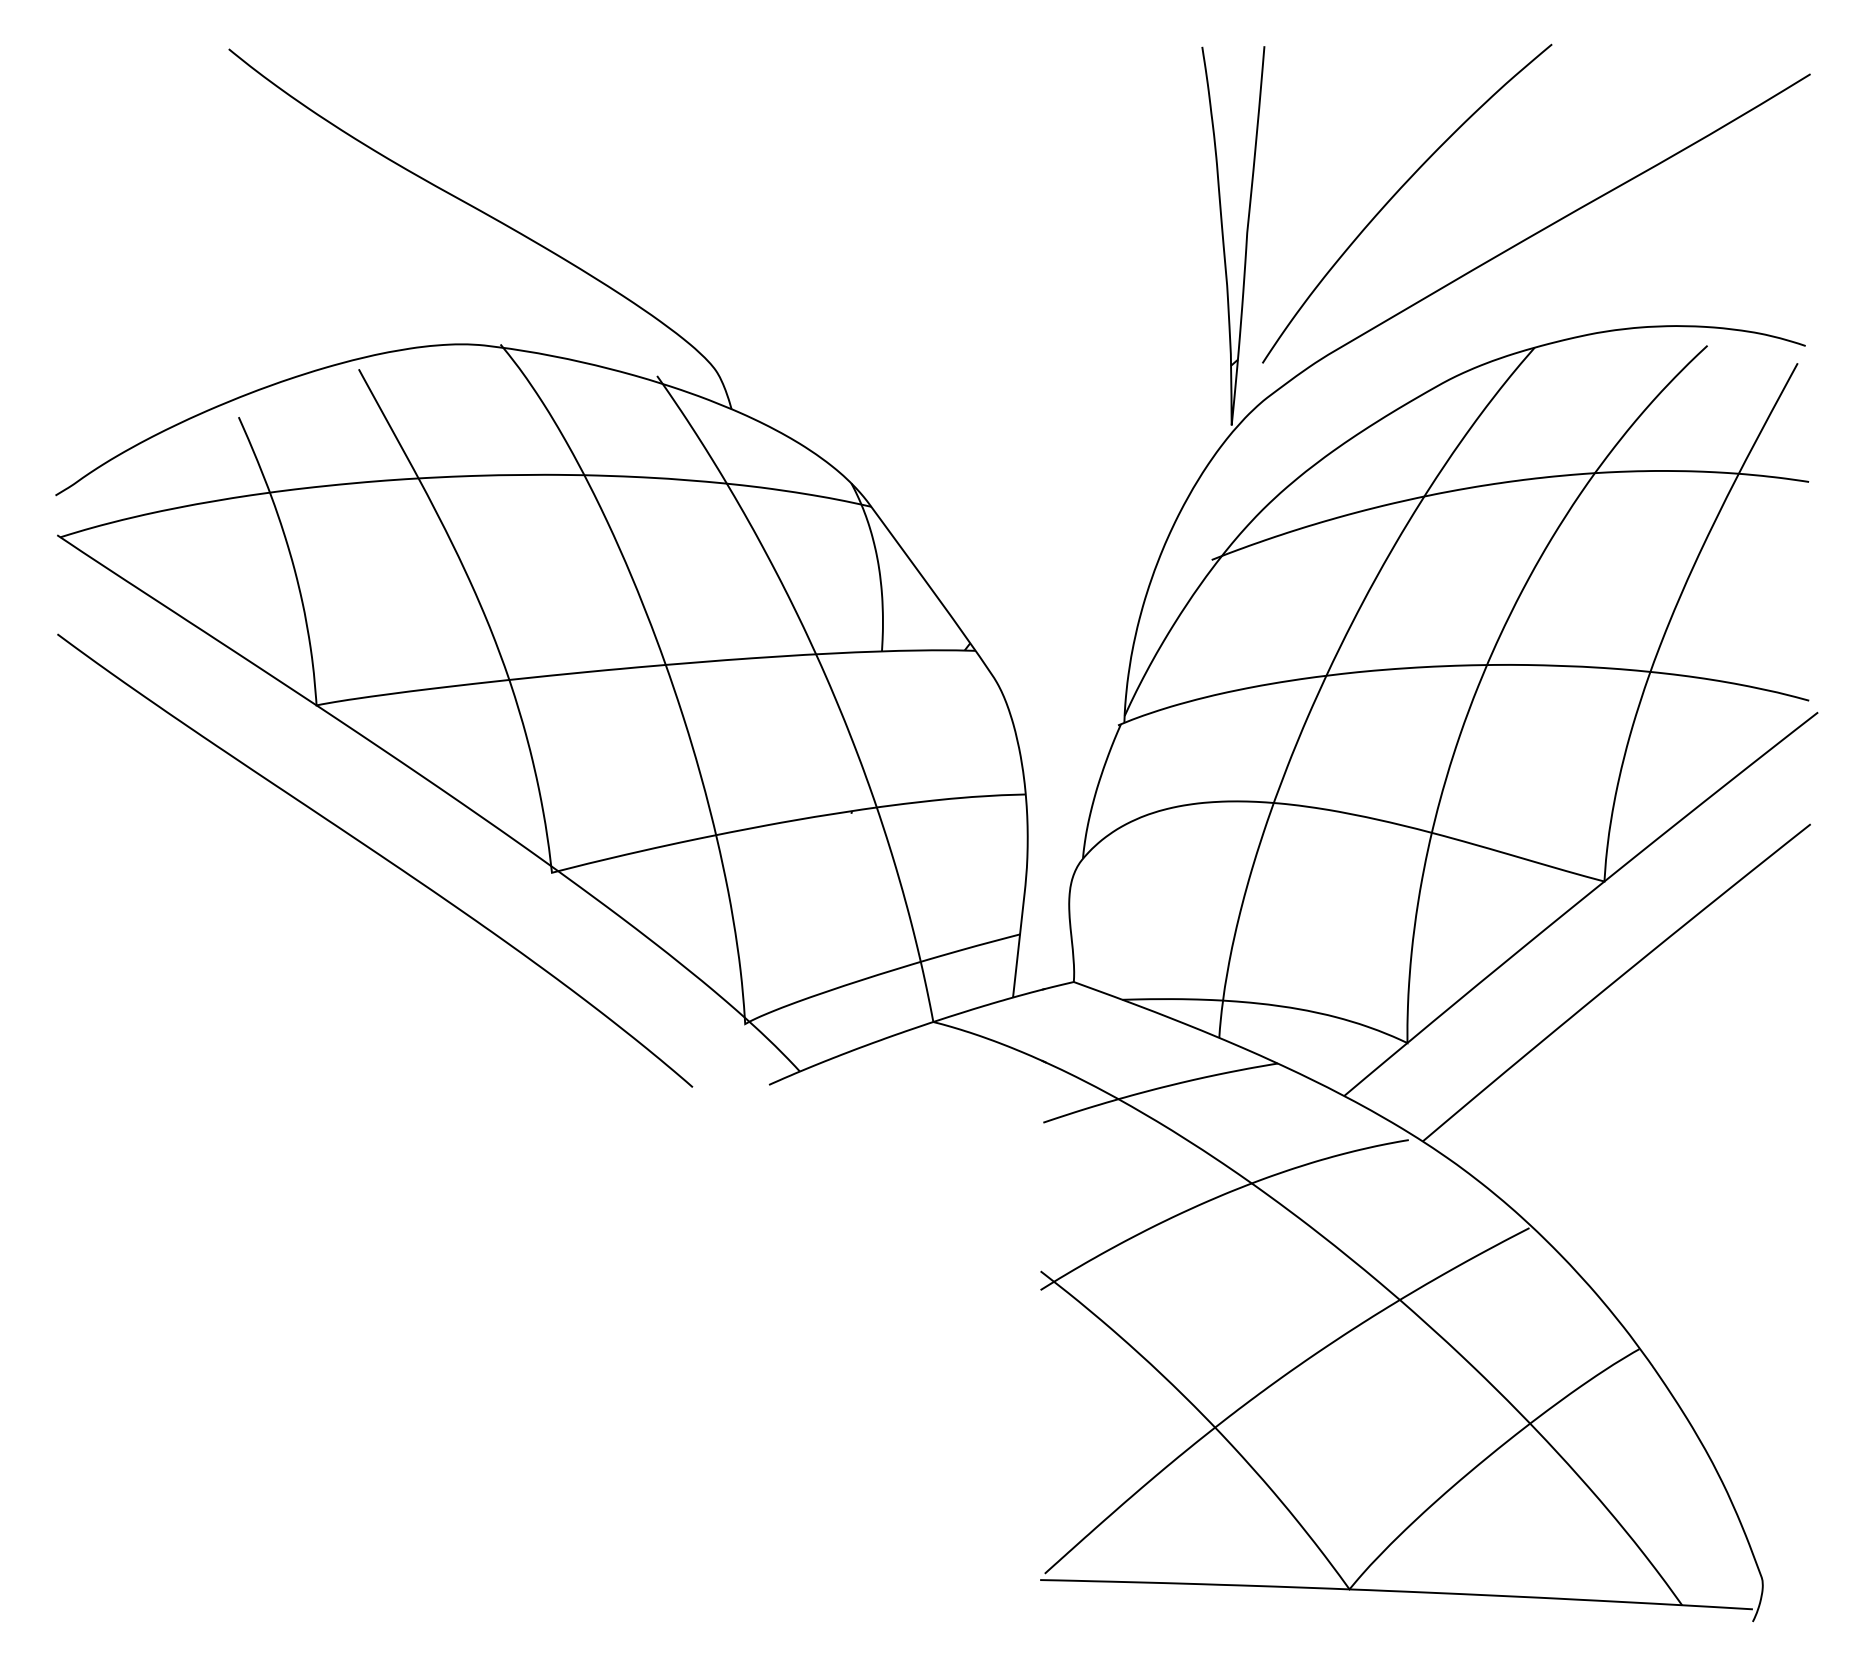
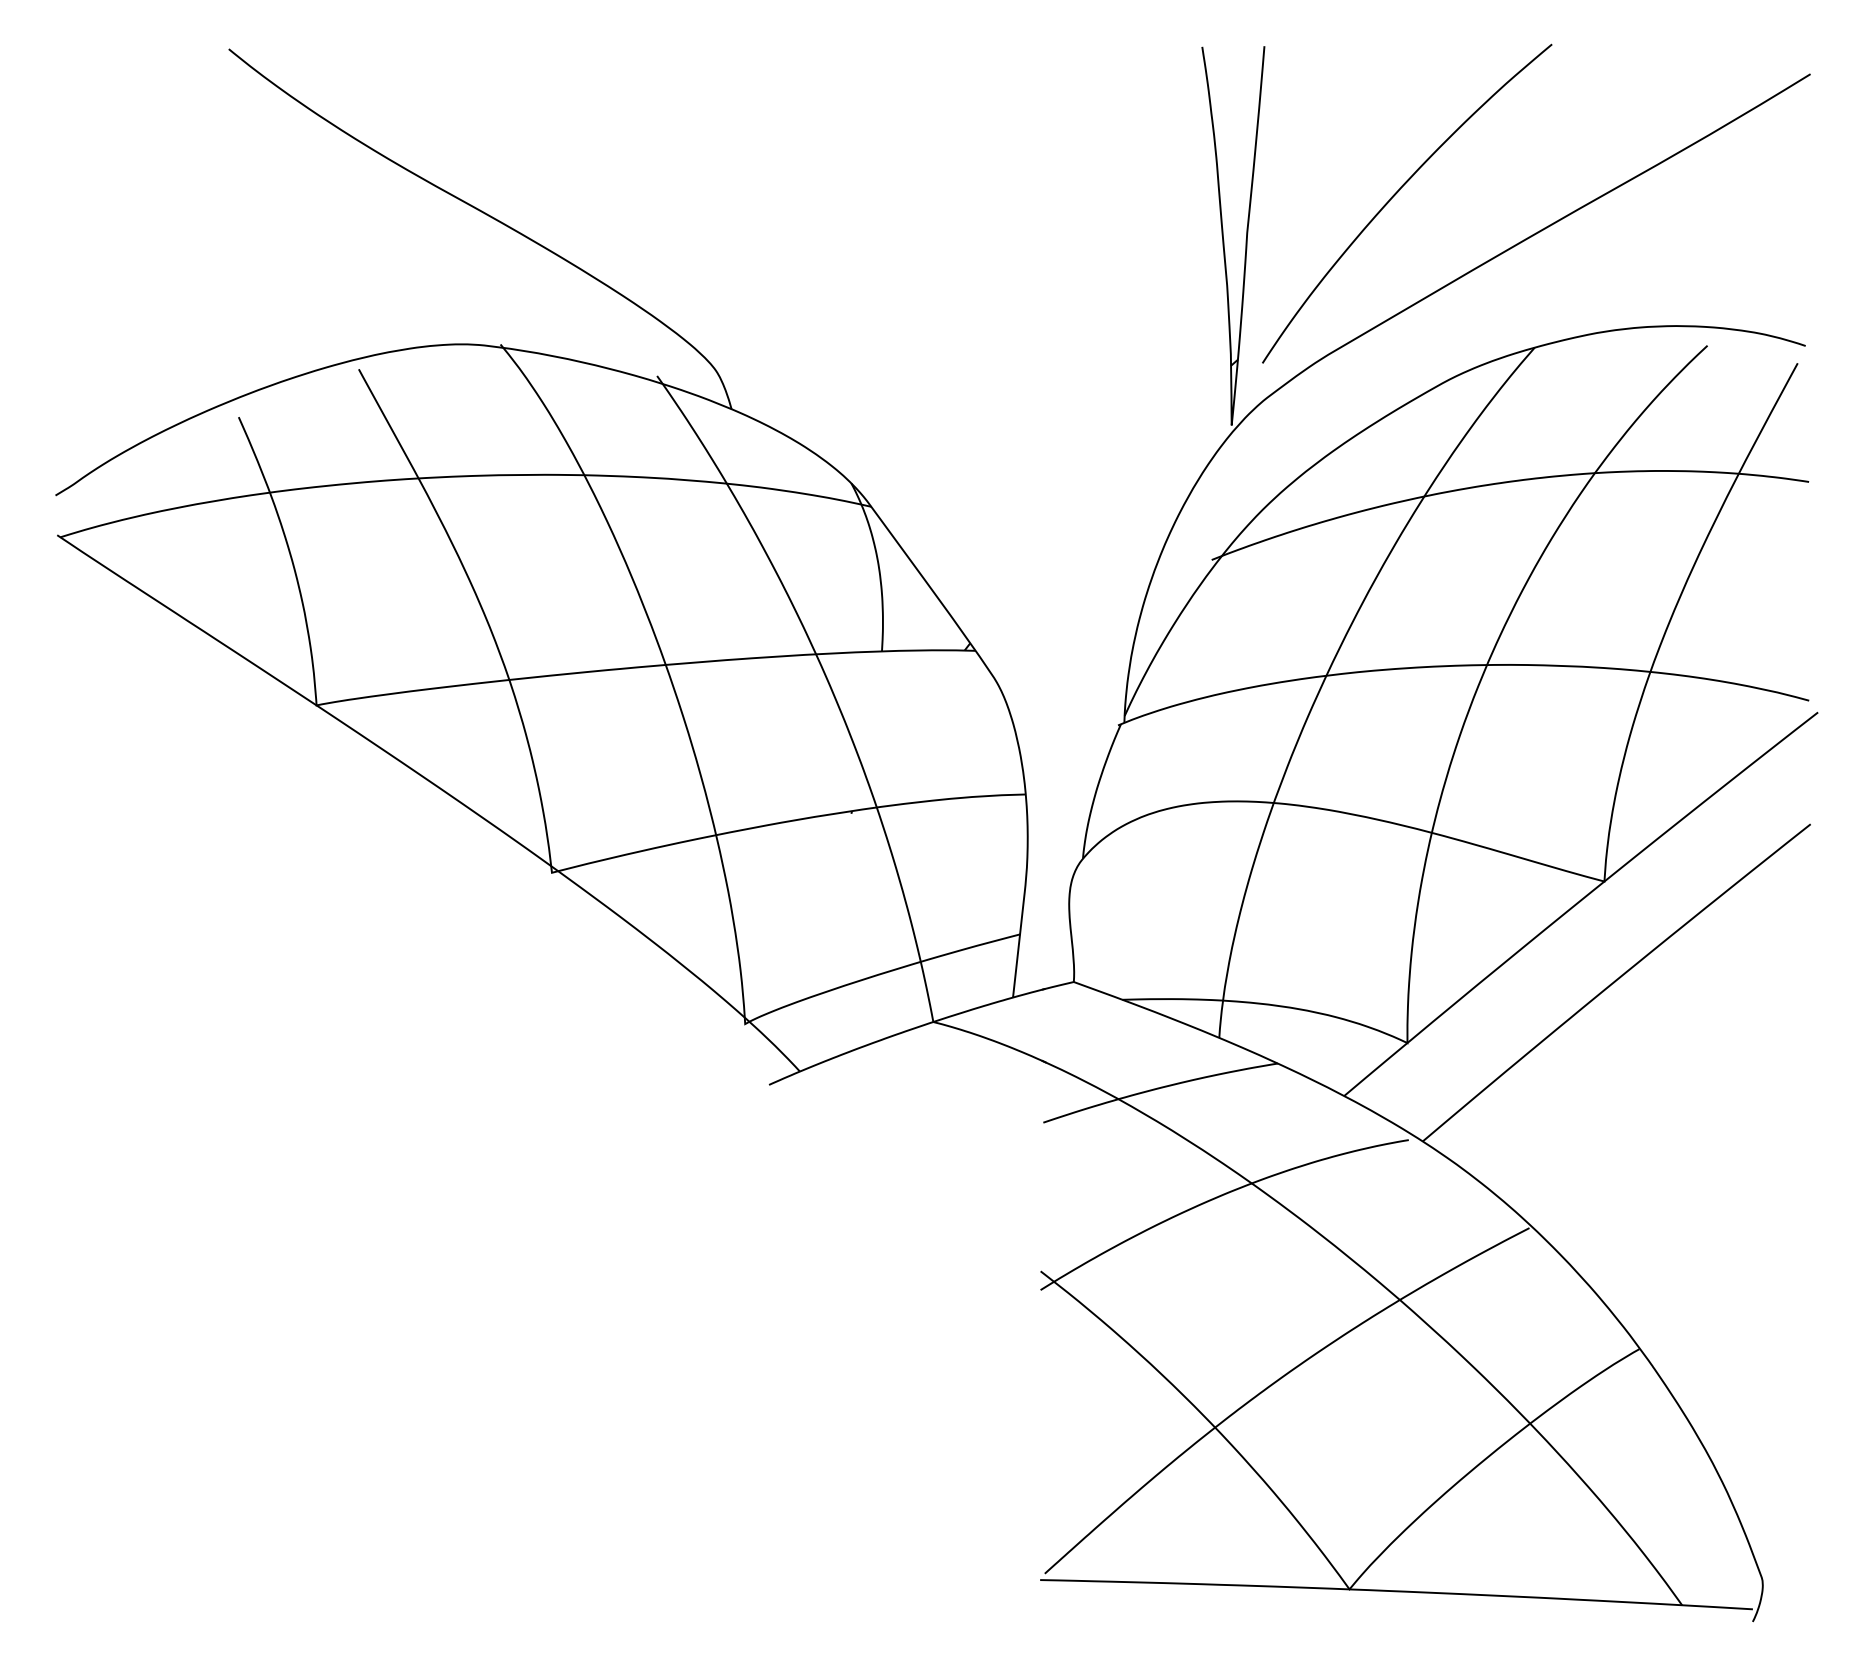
curve at (378, 855): present -> none
